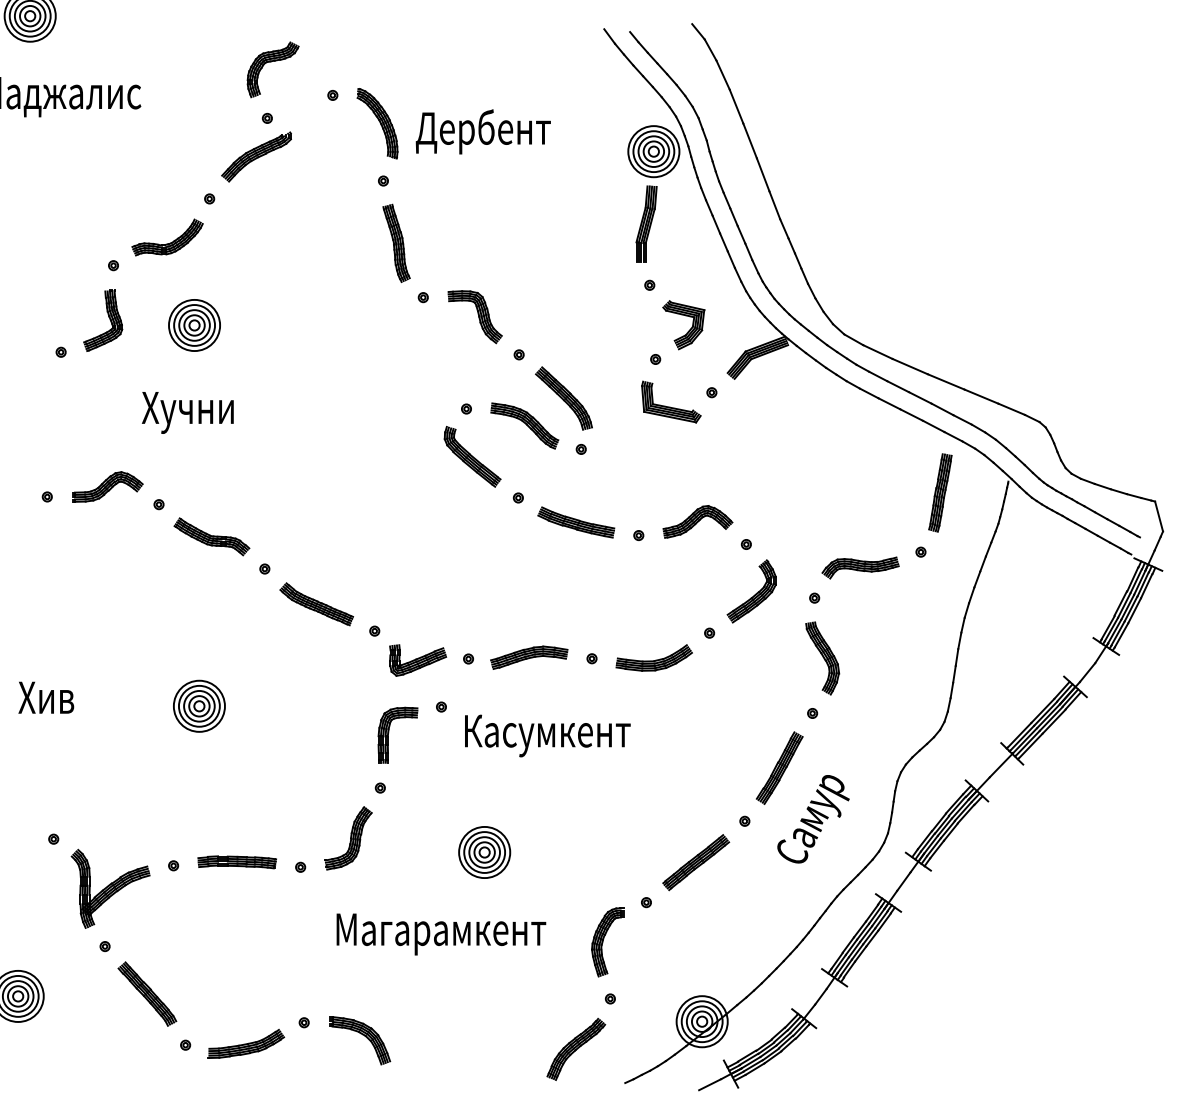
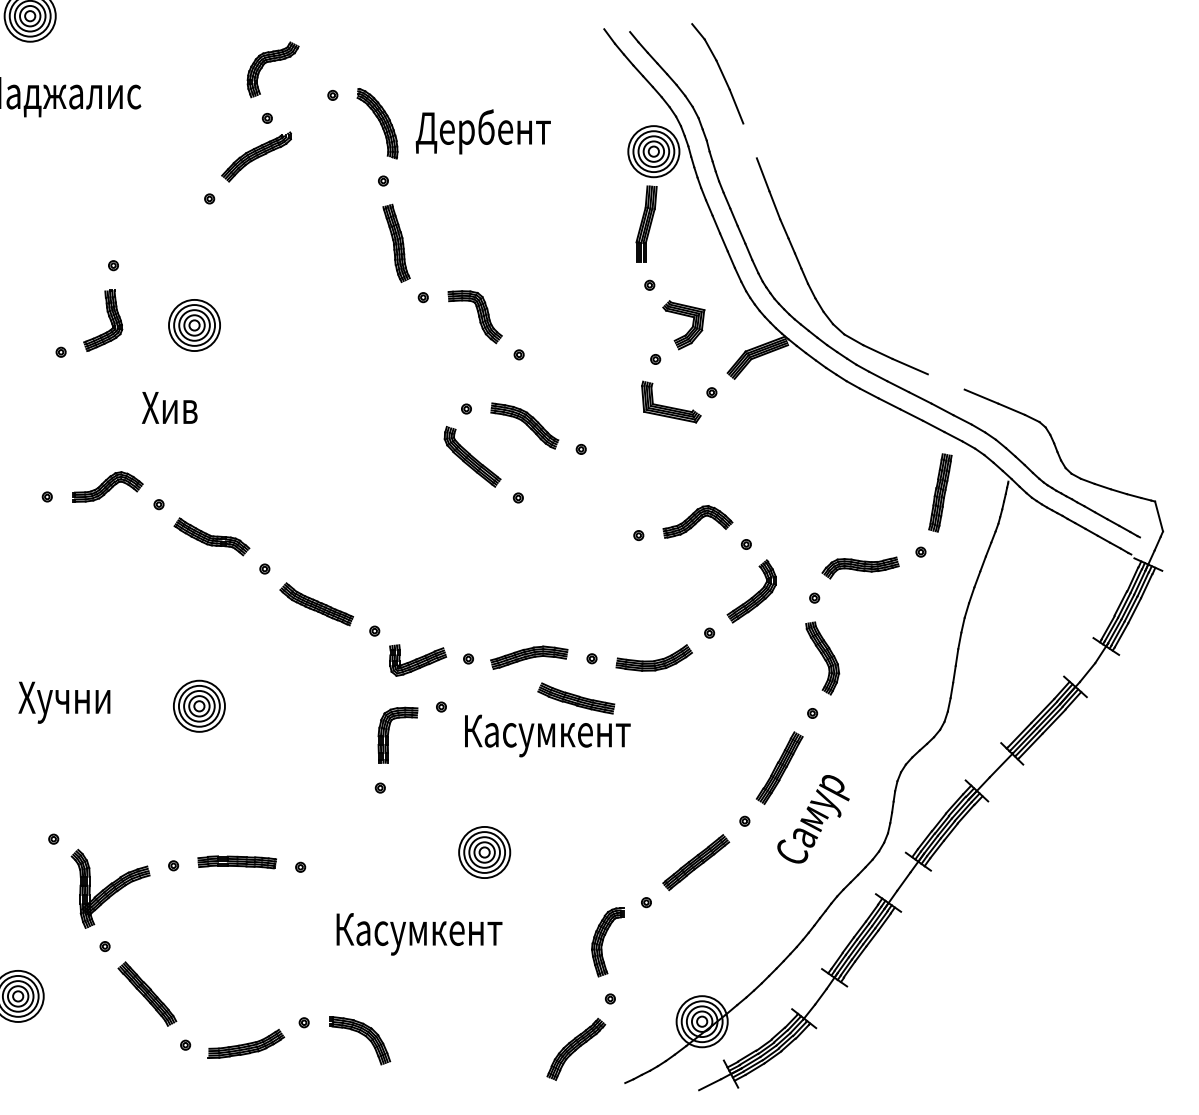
line at (749, 140): present -> none
part at (167, 237): present -> none
line at (945, 381): present -> none
part at (563, 398): present -> none
text at (196, 416): Хучни -> Хив
part at (576, 522) position: (576, 522) -> (576, 698)
text at (73, 706): Хив -> Хучни
part at (348, 838): present -> none
text at (442, 934): Магарамкент -> Касумкент
